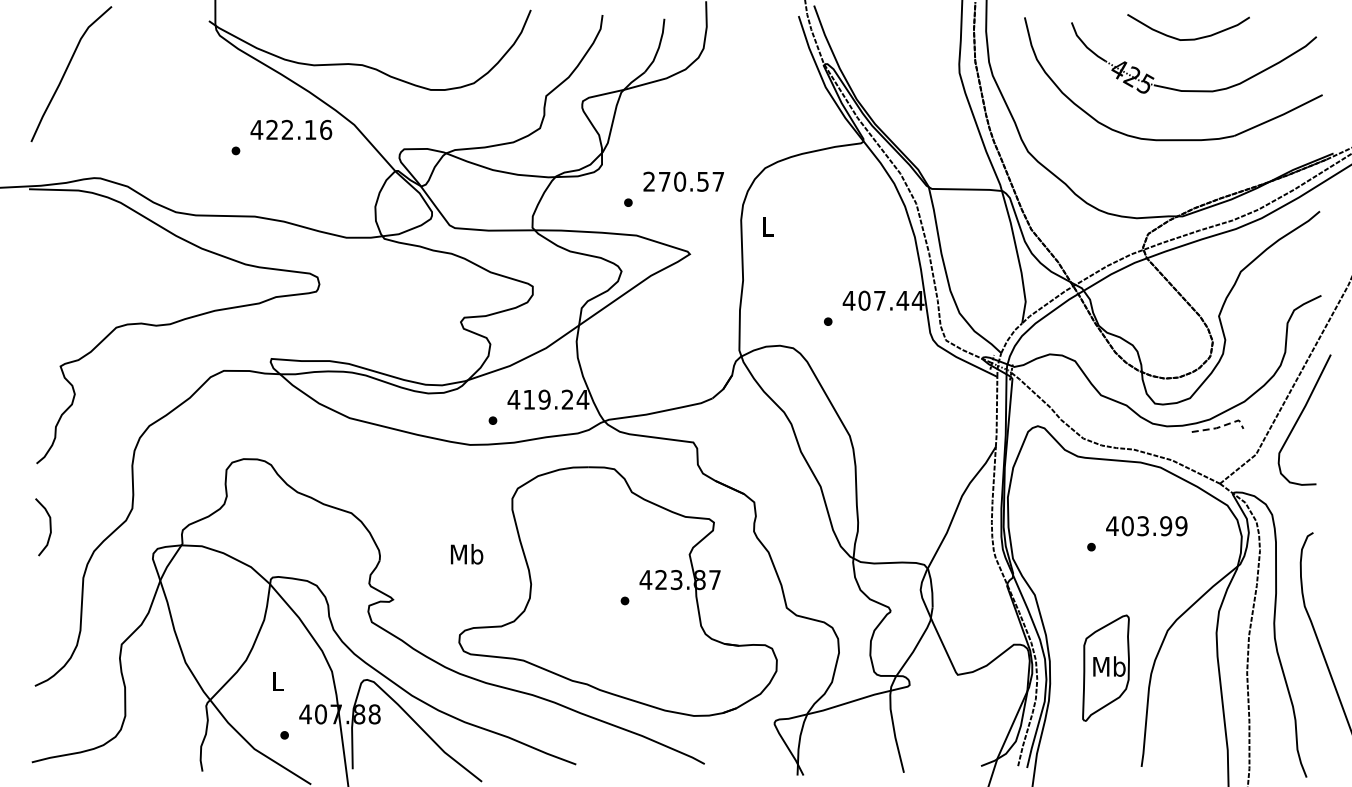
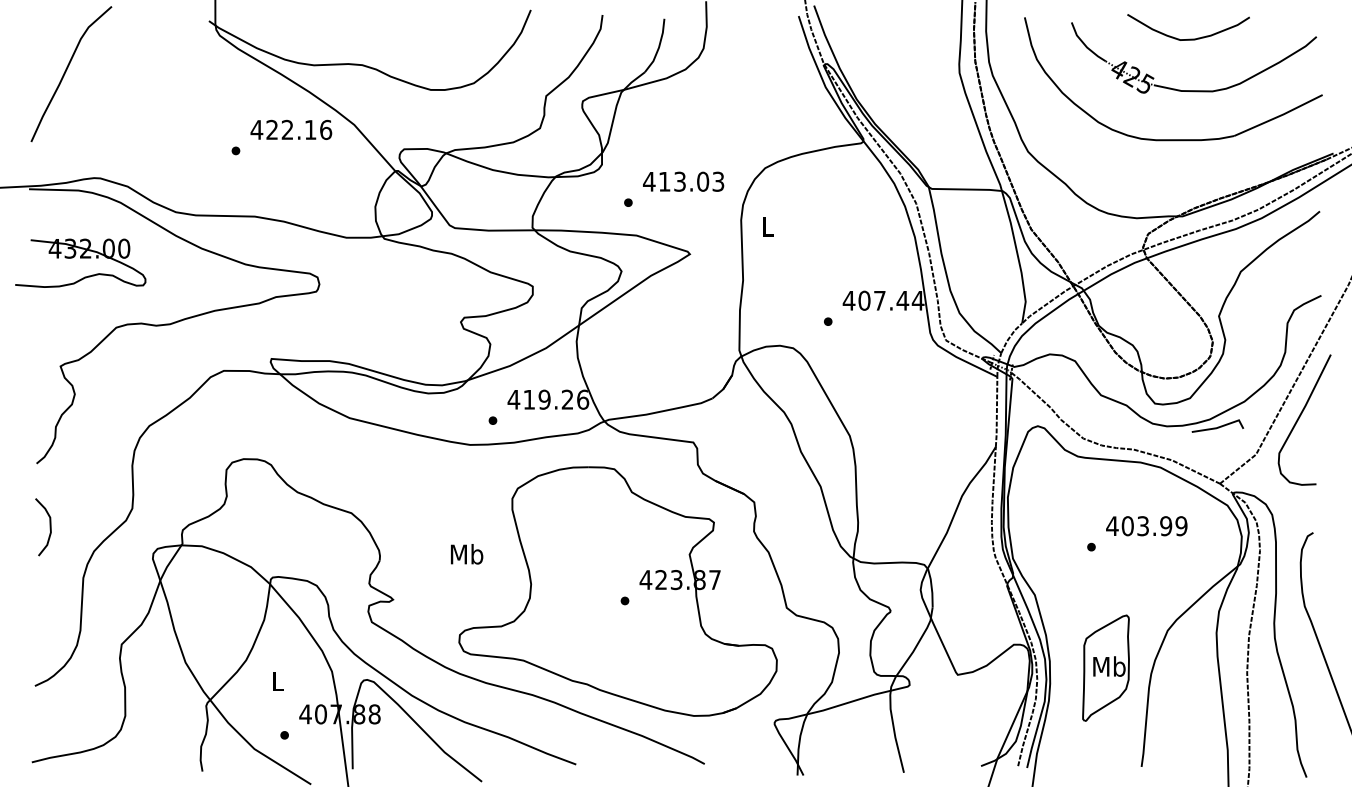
text at (683, 181): 270.57 -> 413.03
part at (80, 262): none -> present
text at (582, 399): 419.24 -> 419.26
line at (1220, 426): dashed -> solid
